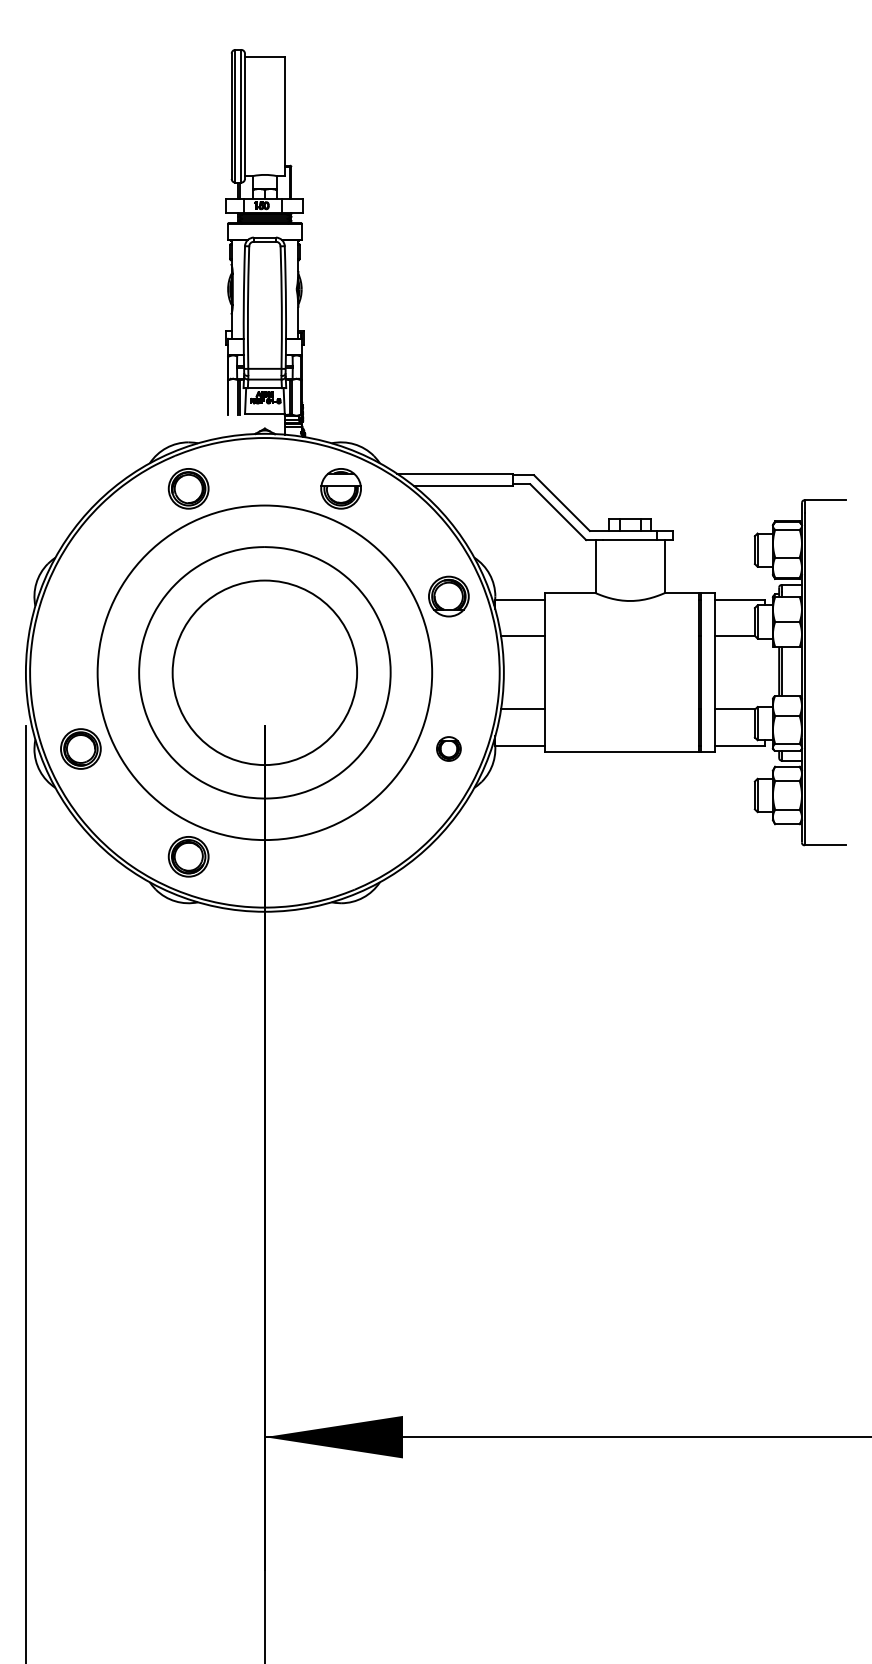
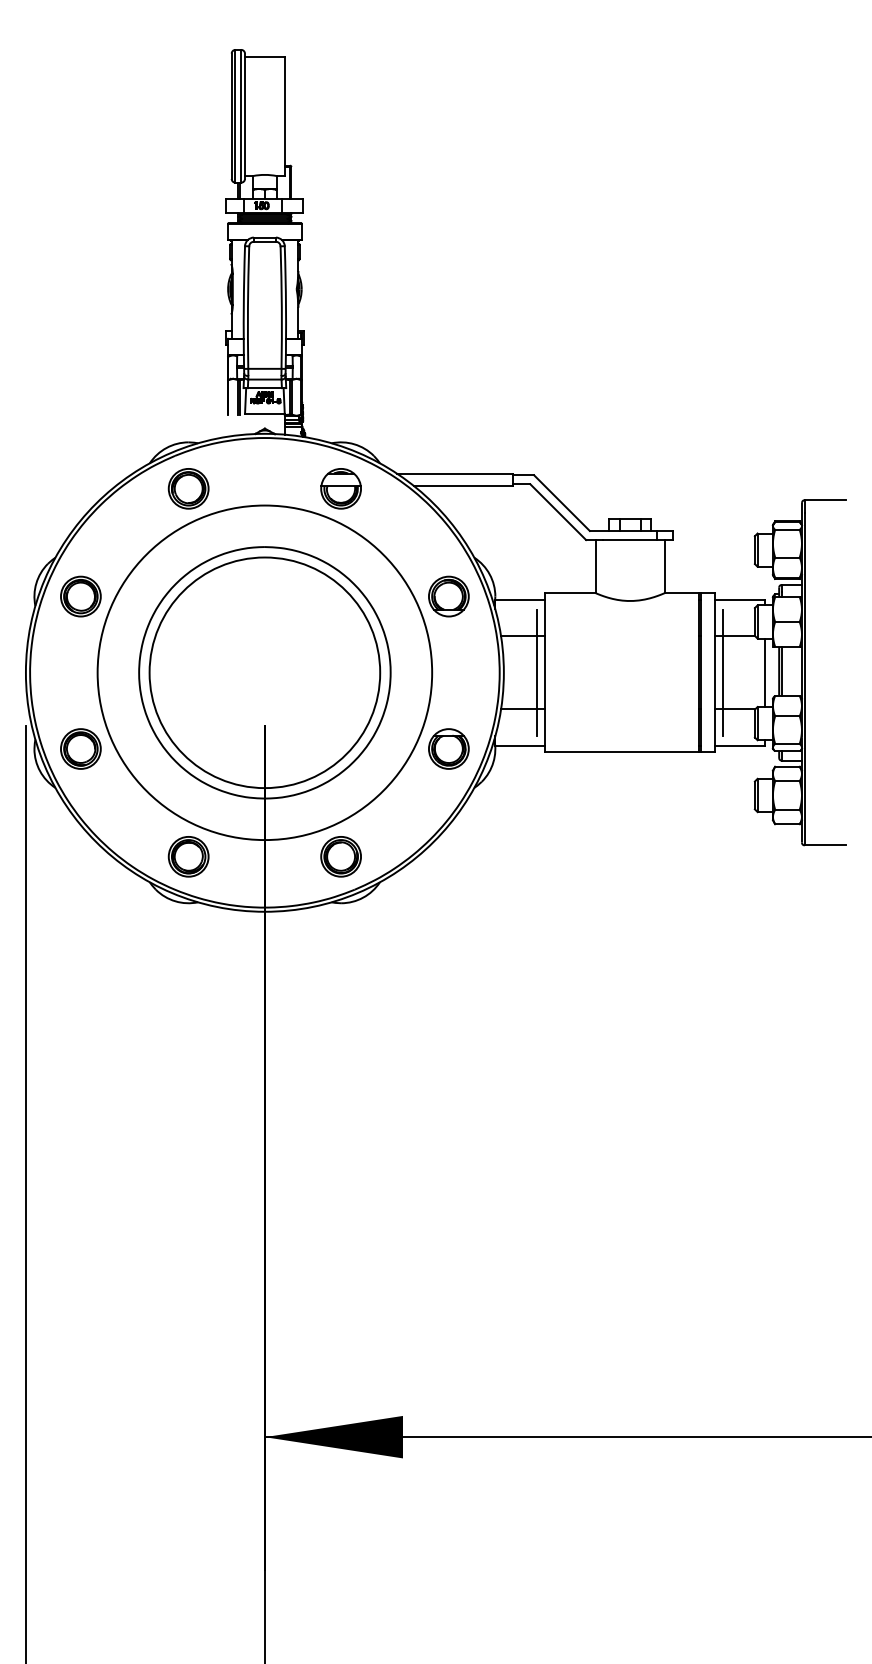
part at (80, 596): none -> present
circle at (264, 672) diameter: 184 px -> 231 px
line at (537, 672): none -> present
line at (723, 672): none -> present
line at (765, 672): none -> present
part at (448, 748) size: 26x26 px -> 42x42 px
part at (340, 856): none -> present
